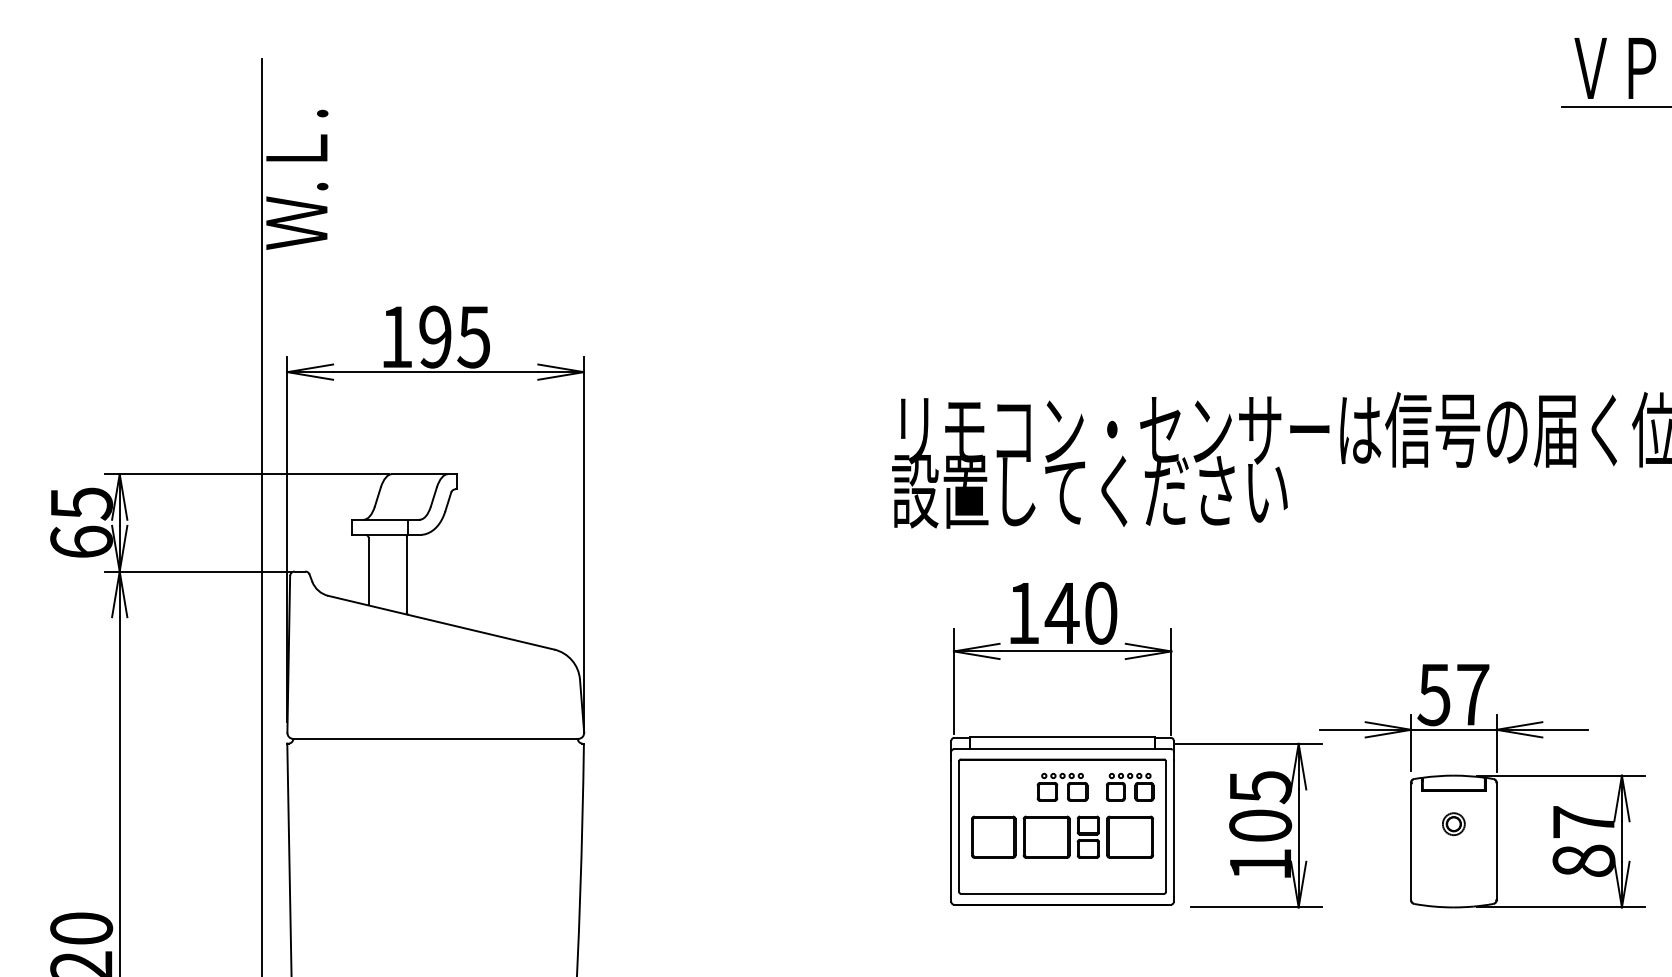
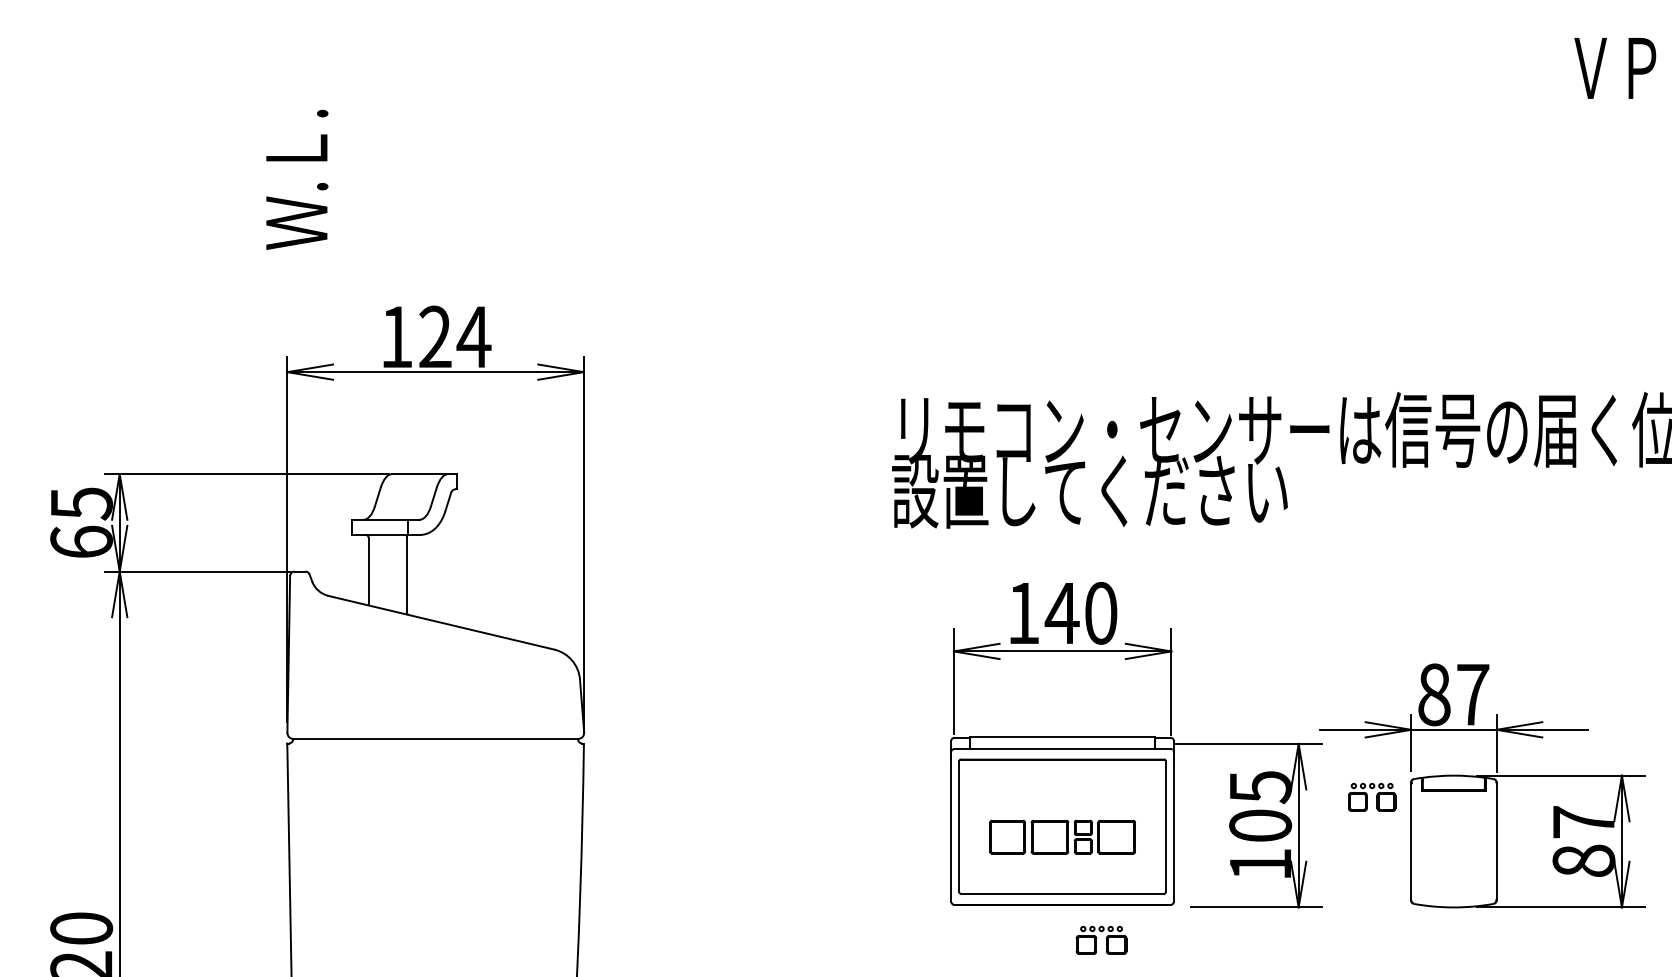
line at (1614, 107): present -> none
text at (455, 336): 195 -> 124
line at (262, 515): present -> none
text at (1433, 694): 57 -> 87
part at (1062, 786) position: (1062, 786) -> (1101, 939)
part at (1130, 786) position: (1130, 786) -> (1372, 796)
part at (1453, 824): present -> none
part at (1062, 836) size: 184x44 px -> 147x36 px
